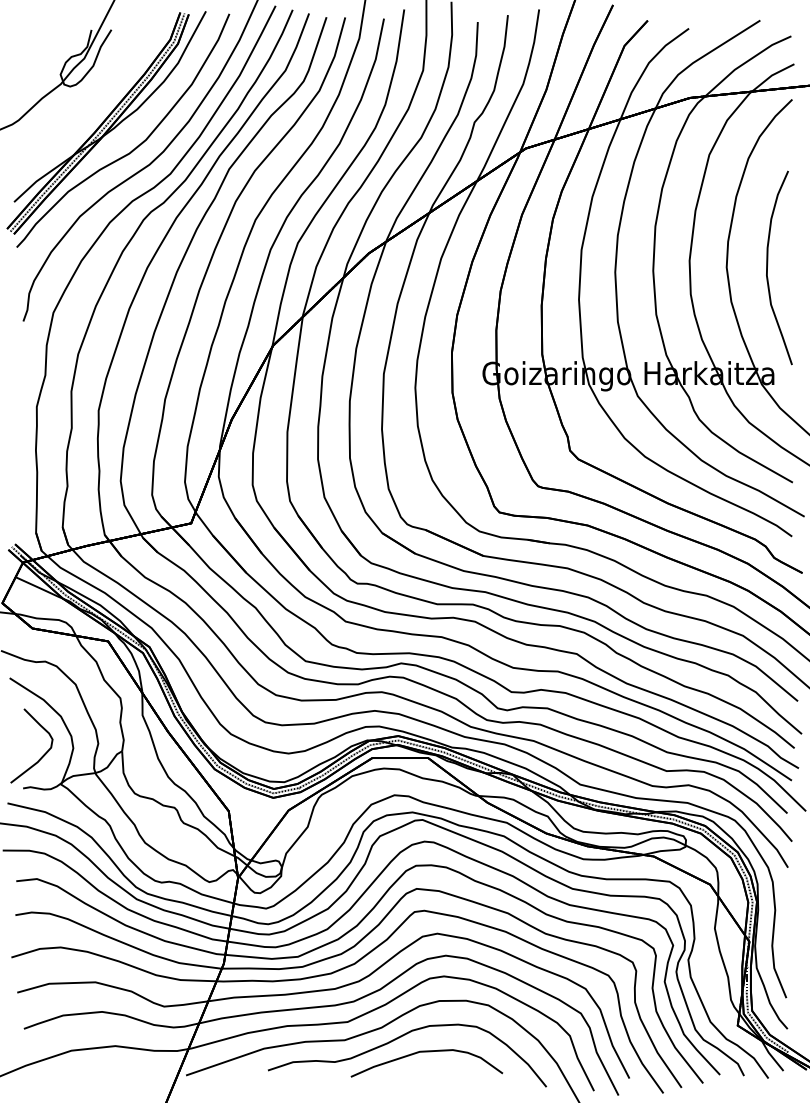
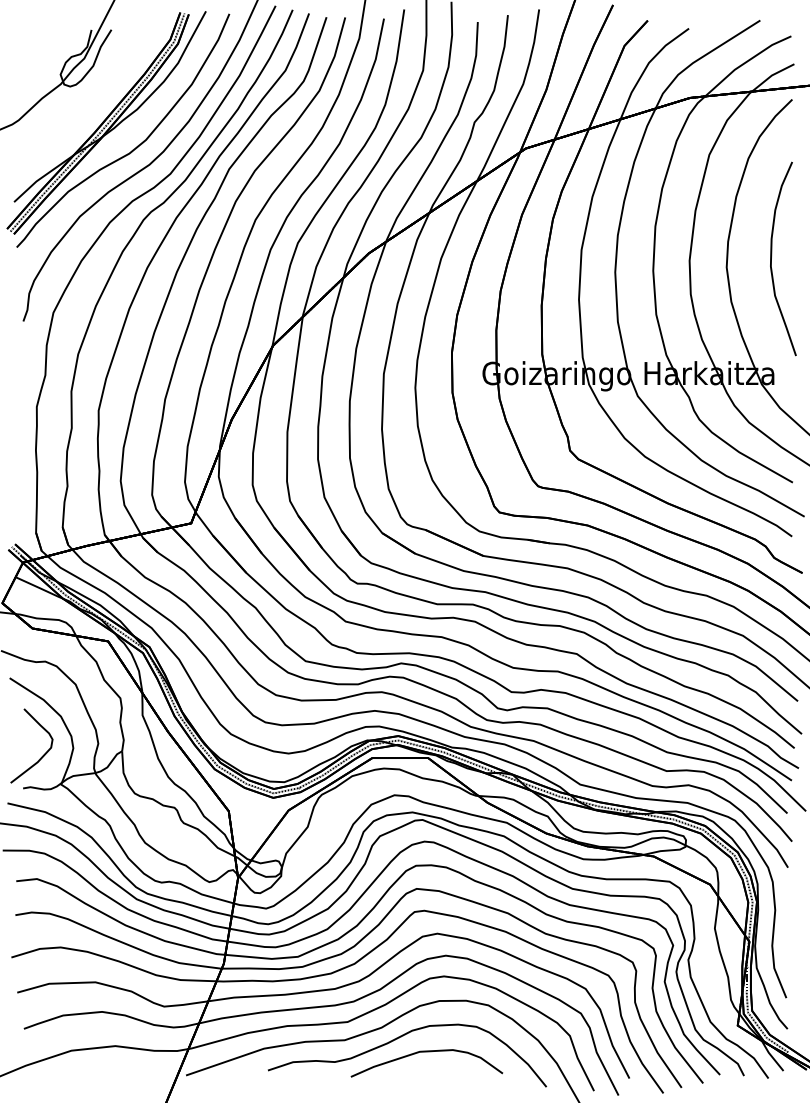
part at (768, 264) position: (768, 264) -> (772, 255)
